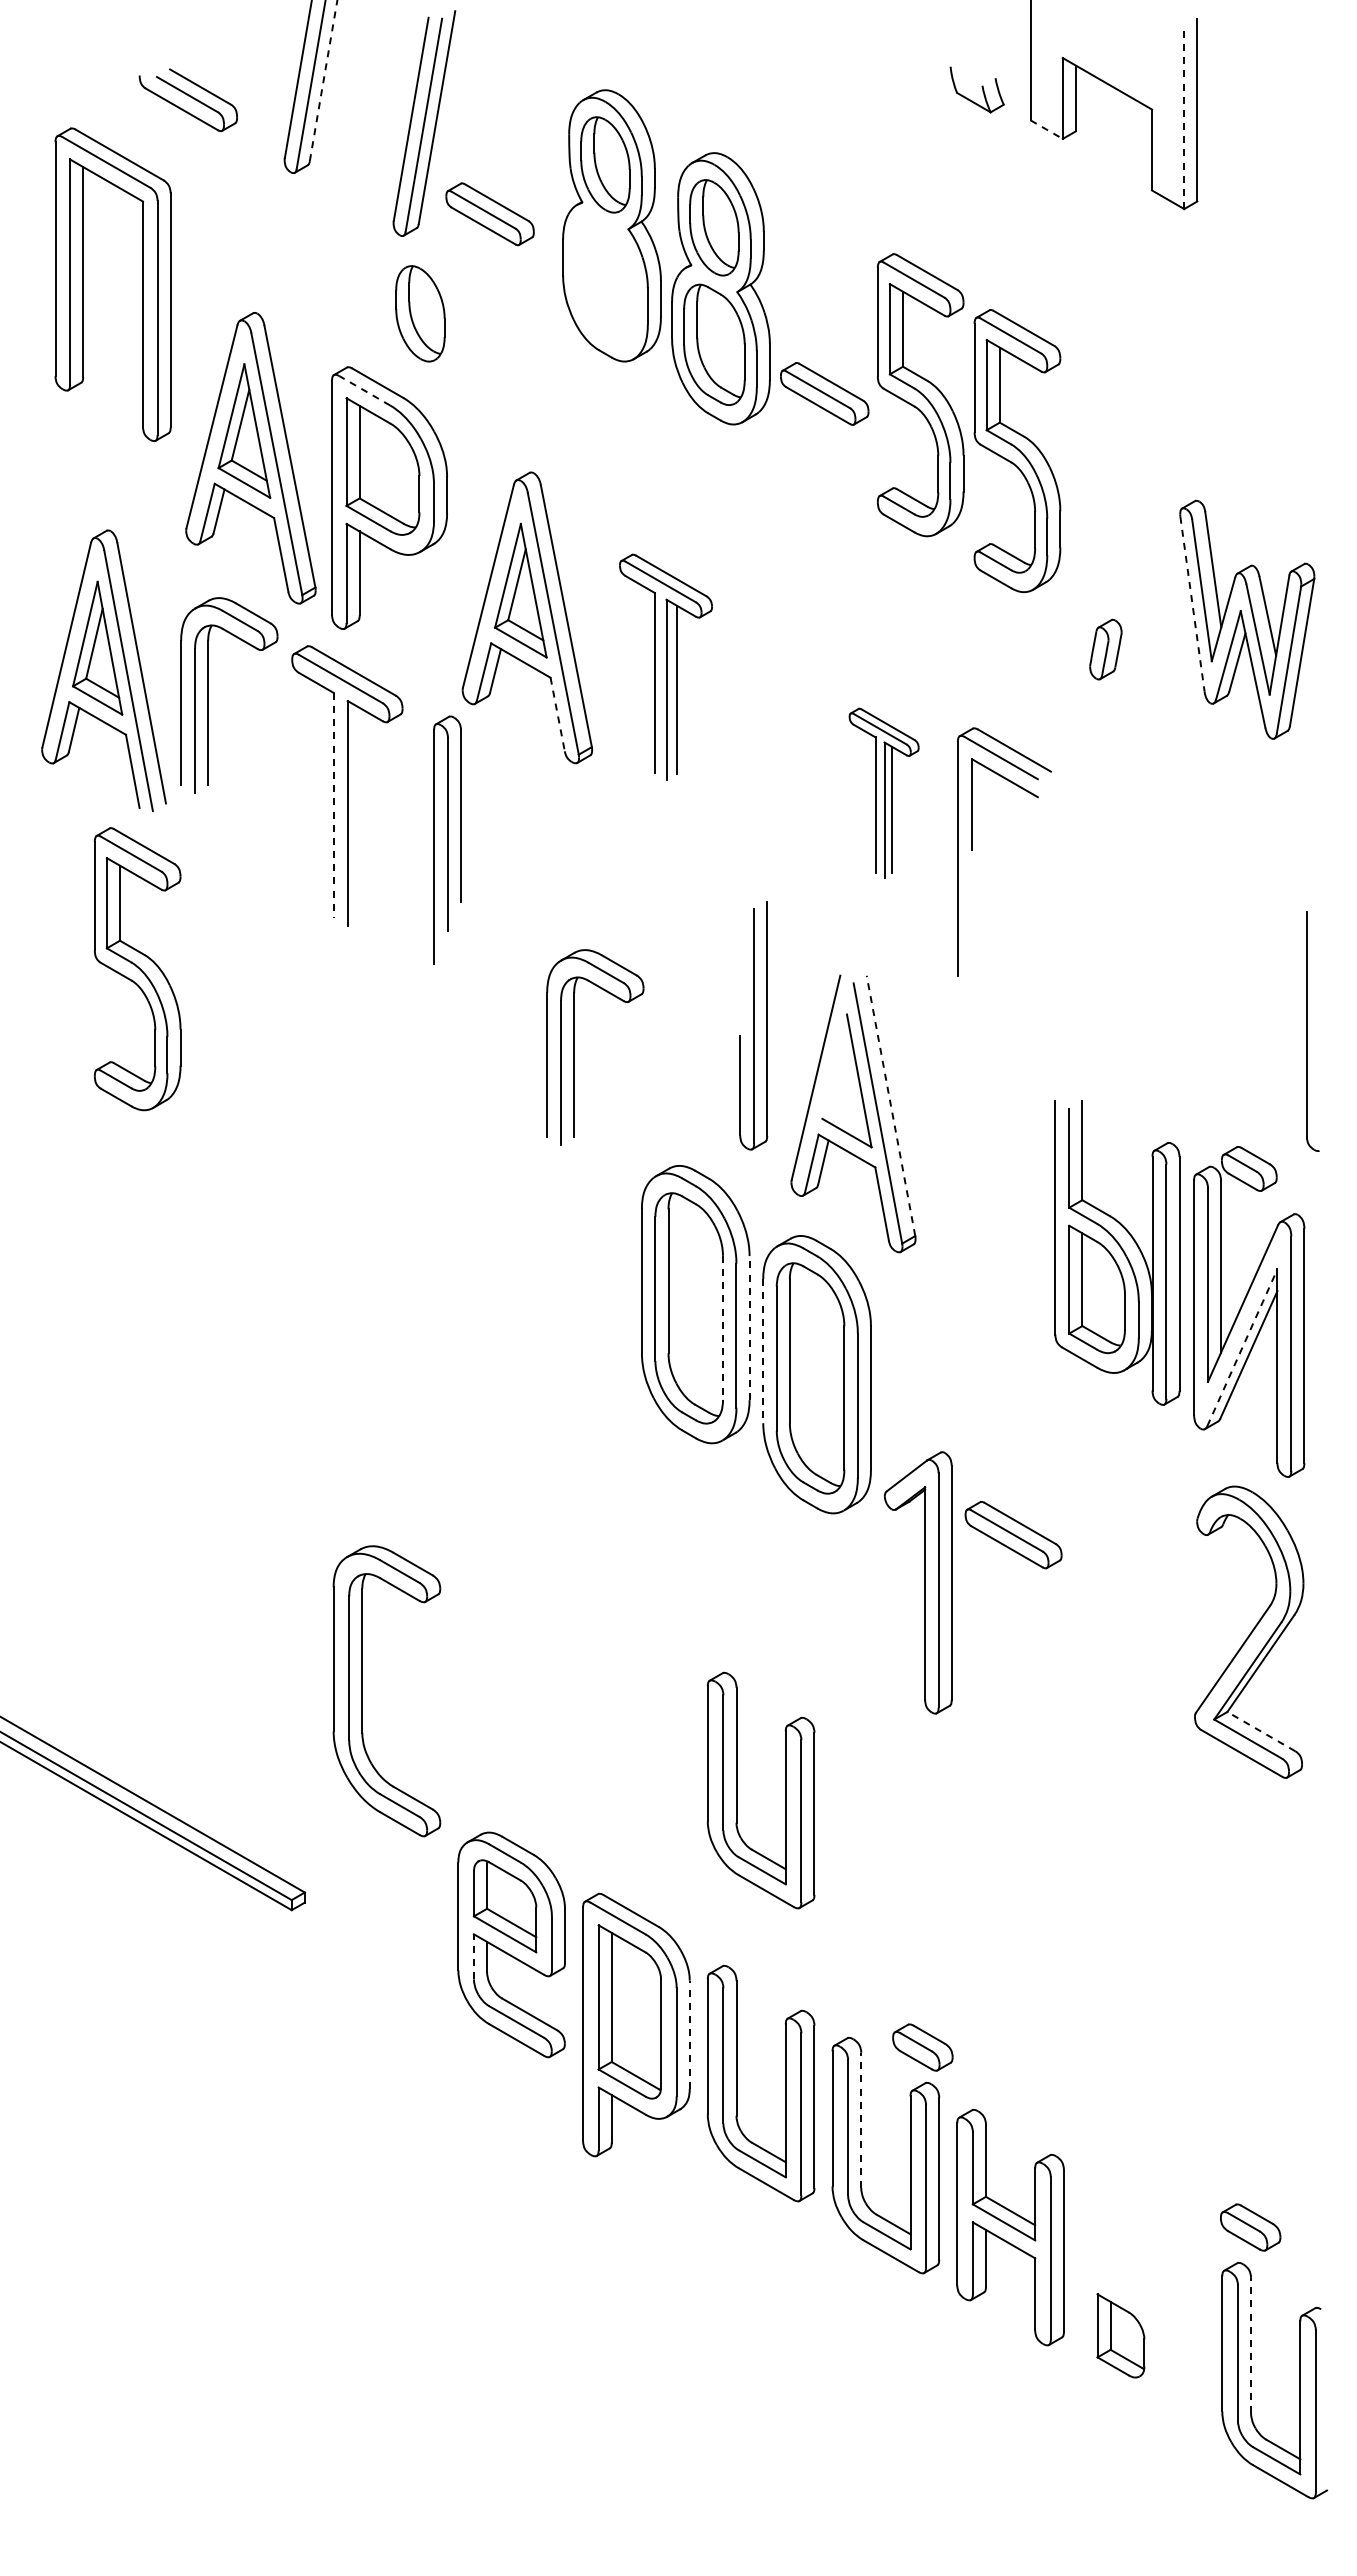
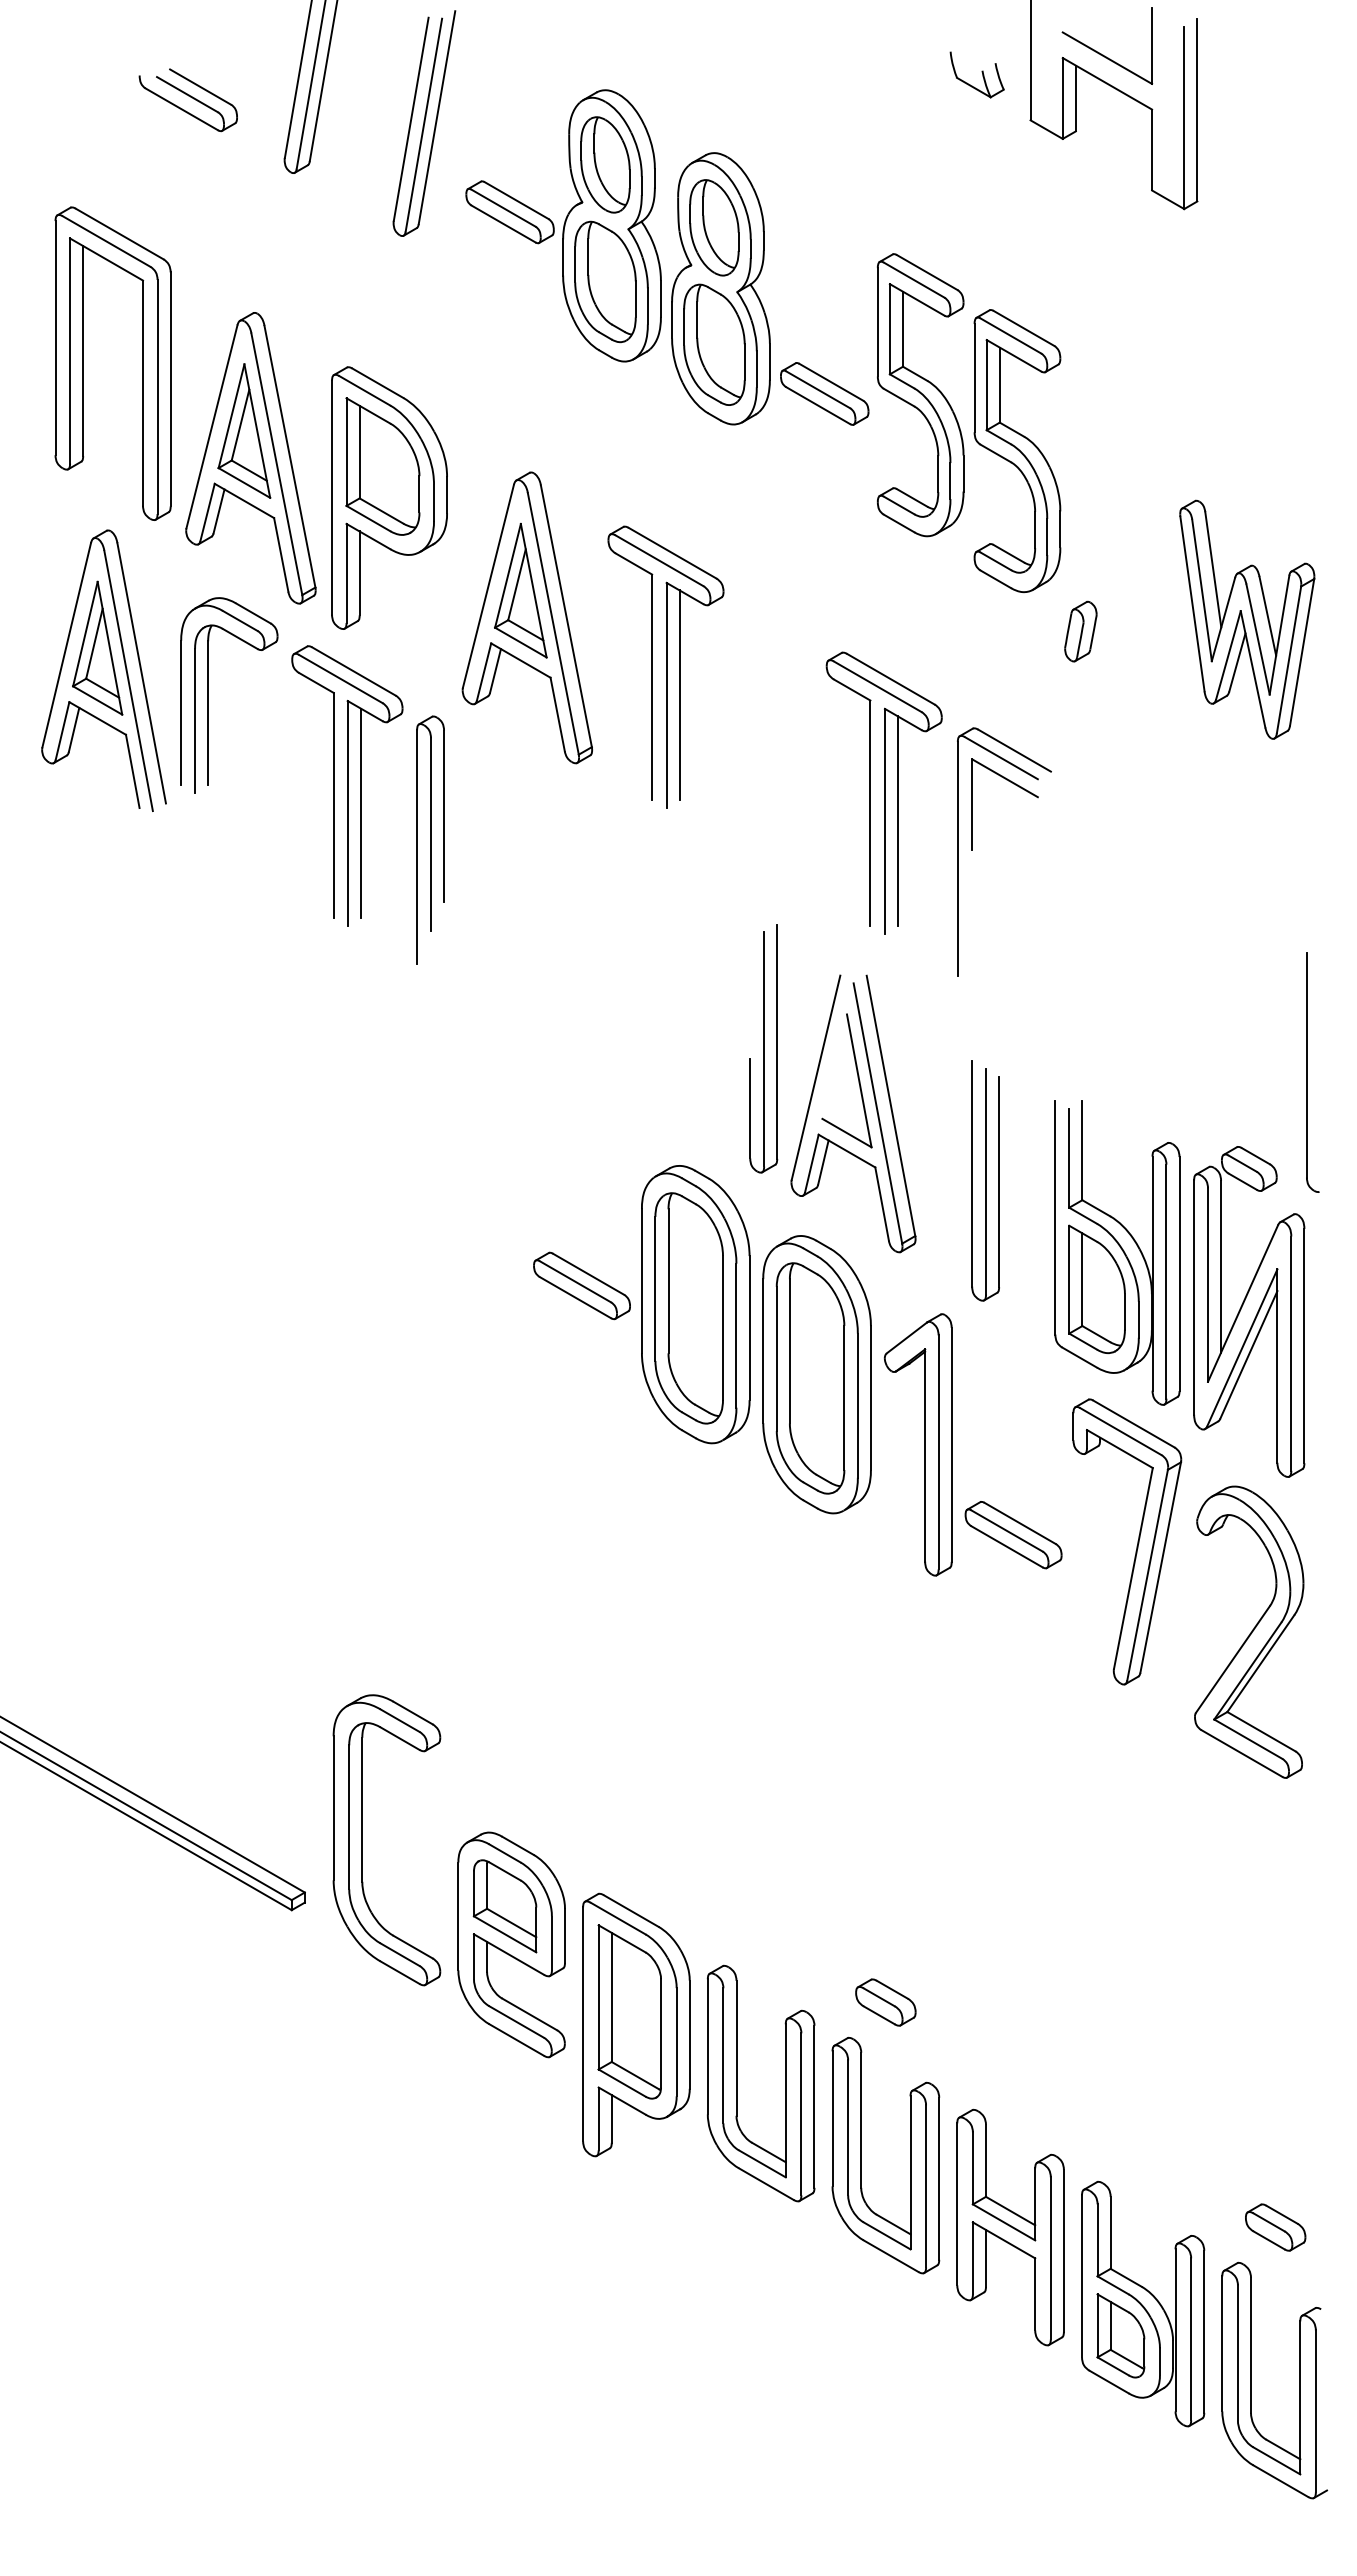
part at (1103, 54): none -> present
line at (323, 80): dashed -> solid
part at (976, 89) position: (976, 89) -> (976, 74)
line at (1184, 117): dashed -> solid
line at (1046, 129): dashed -> solid
part at (489, 214) position: (489, 214) -> (509, 212)
part at (605, 281): none -> present
part at (83, 284) position: (83, 284) -> (83, 363)
part at (420, 313): present -> none
line at (364, 390): dashed -> solid
line at (1192, 604): dashed -> solid
part at (1105, 649) position: (1105, 649) -> (1080, 631)
part at (665, 666) size: 94x228 px -> 118x284 px
line at (557, 715): dashed -> solid
part at (883, 792) size: 72x172 px -> 118x284 px
line at (333, 805): dashed -> solid
line at (360, 813): none -> present
part at (447, 839) position: (447, 839) -> (430, 839)
part at (137, 969): present -> none
part at (753, 1025) position: (753, 1025) -> (763, 1048)
part at (1312, 1031) position: (1312, 1031) -> (1312, 1072)
part at (574, 1047): present -> none
line at (890, 1105): dashed -> solid
part at (985, 1180): none -> present
part at (581, 1285): none -> present
line at (749, 1327): dashed -> solid
line at (722, 1328): dashed -> solid
line at (1242, 1347): dashed -> solid
line at (763, 1351): dashed -> solid
part at (1136, 1545): none -> present
part at (924, 1582) position: (924, 1582) -> (924, 1444)
part at (362, 1691) position: (362, 1691) -> (362, 1840)
line at (1260, 1731): dashed -> solid
part at (737, 1790): present -> none
line at (474, 1956): dashed -> solid
line at (689, 2034): dashed -> solid
part at (922, 2047) position: (922, 2047) -> (885, 2002)
line at (861, 2120): dashed -> solid
part at (1250, 2227) position: (1250, 2227) -> (1275, 2227)
part at (1143, 2304): none -> present
line at (1251, 2344): dashed -> solid
